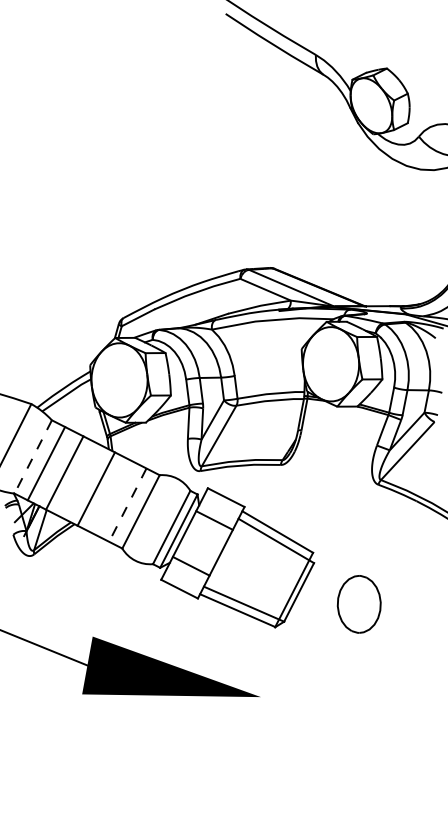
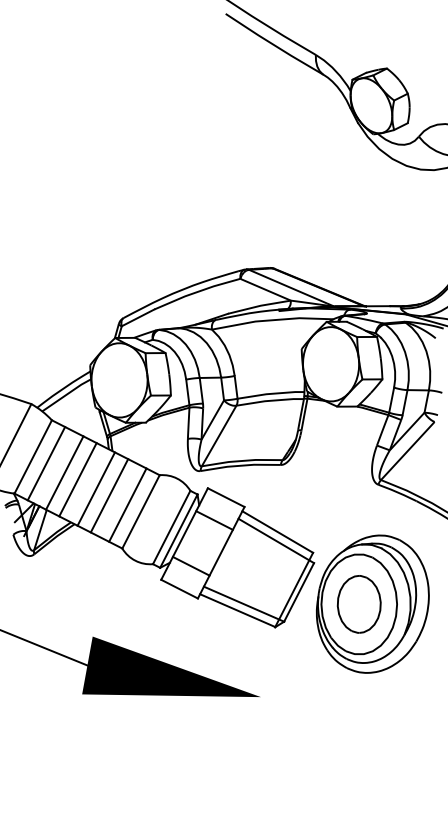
line at (33, 457): dashed -> solid
line at (77, 479): none -> present
line at (109, 495): none -> present
line at (127, 505): dashed -> solid
part at (372, 603): none -> present
